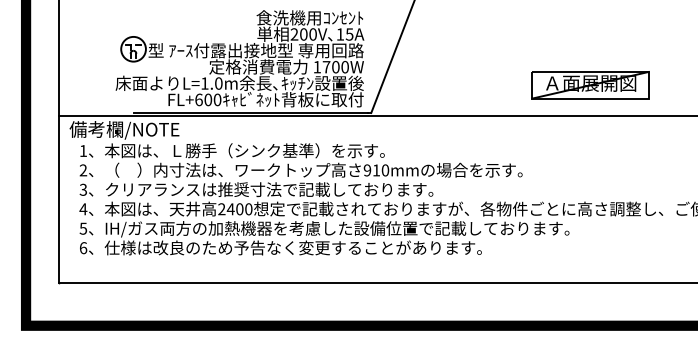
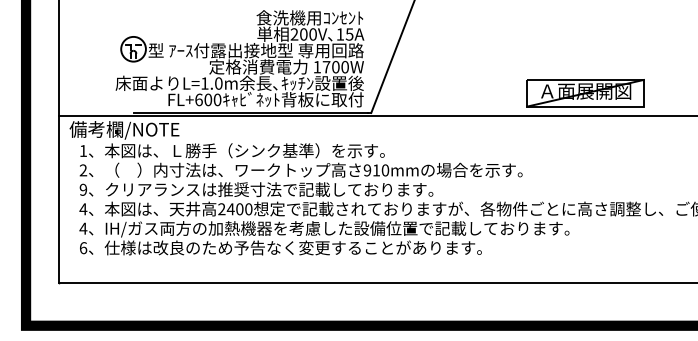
part at (590, 85) position: (590, 85) -> (585, 93)
text at (83, 189): 3 -> 9
text at (83, 228): 5 -> 4
